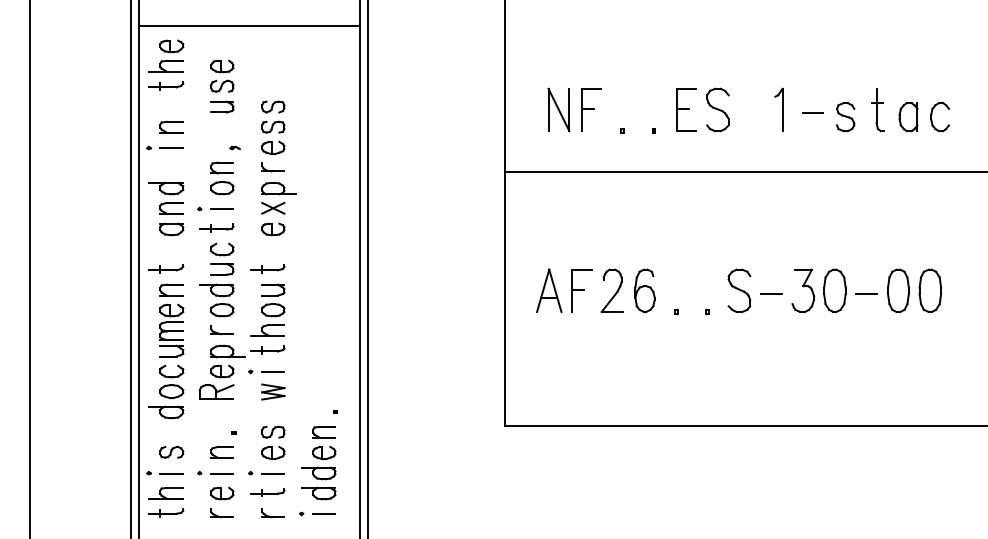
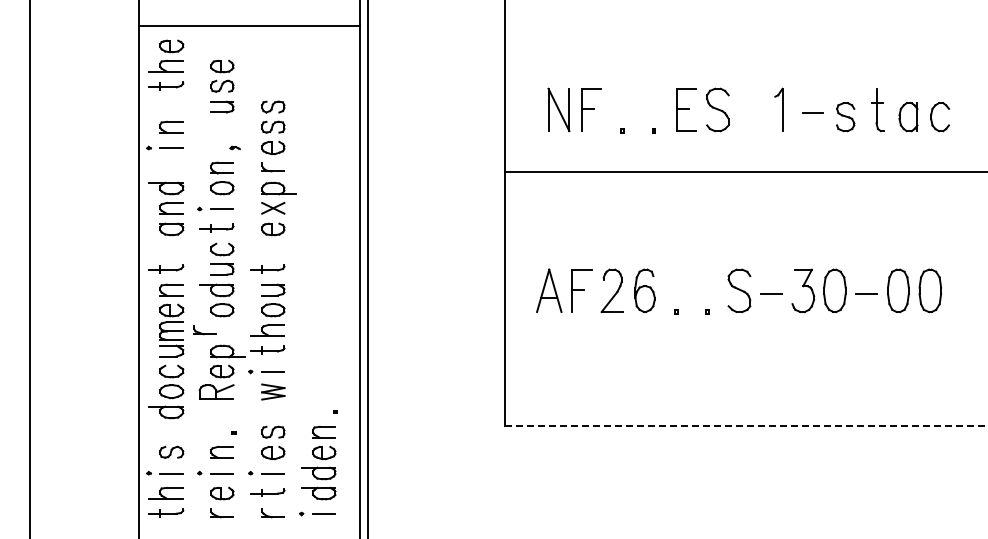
line at (130, 268): present -> none
part at (221, 330) position: (221, 330) -> (204, 330)
line at (746, 426): solid -> dashed
